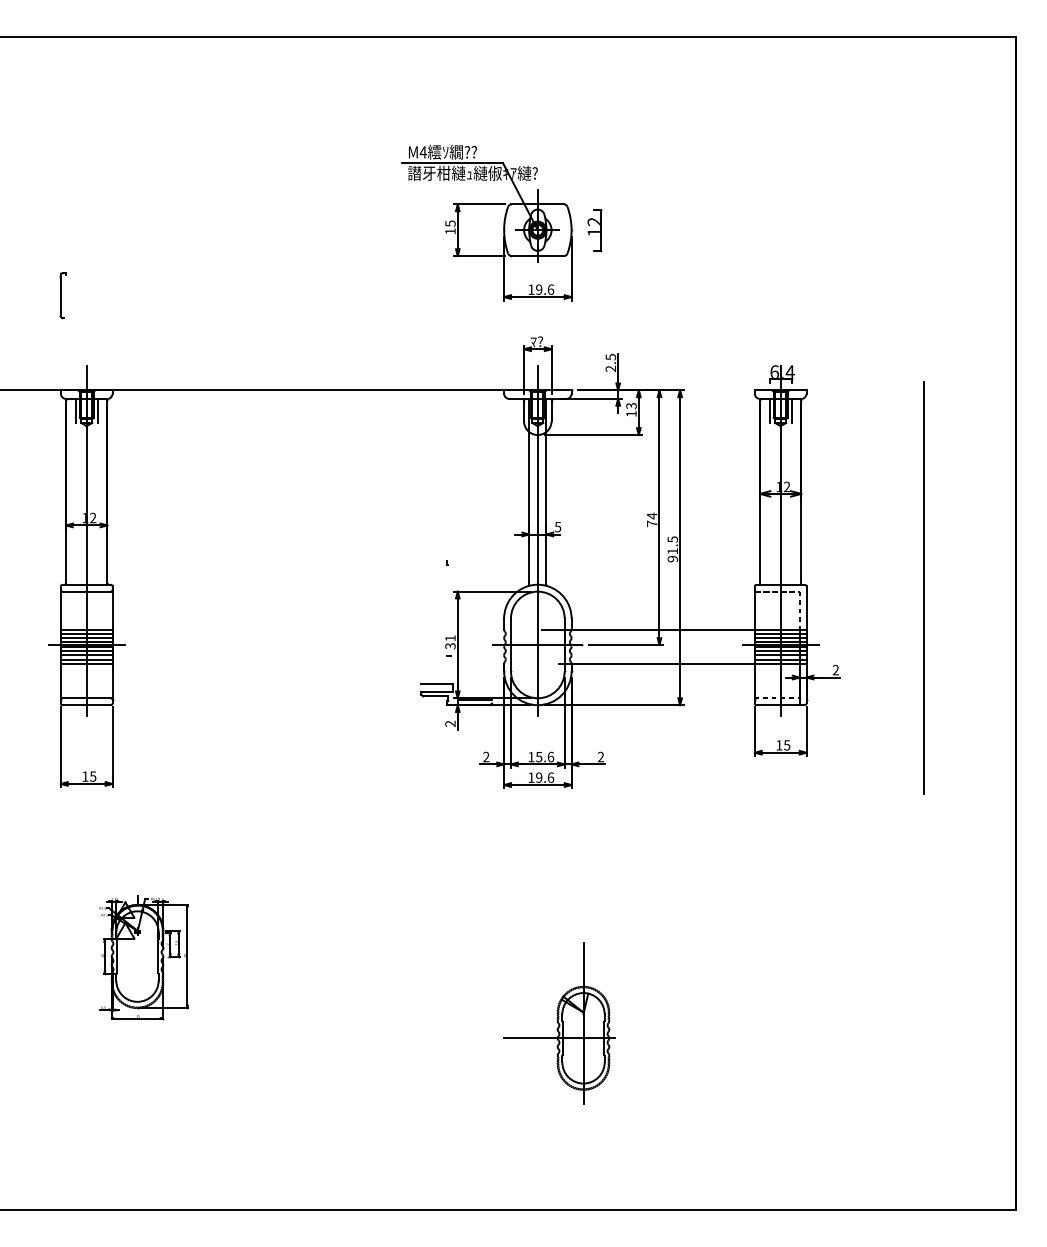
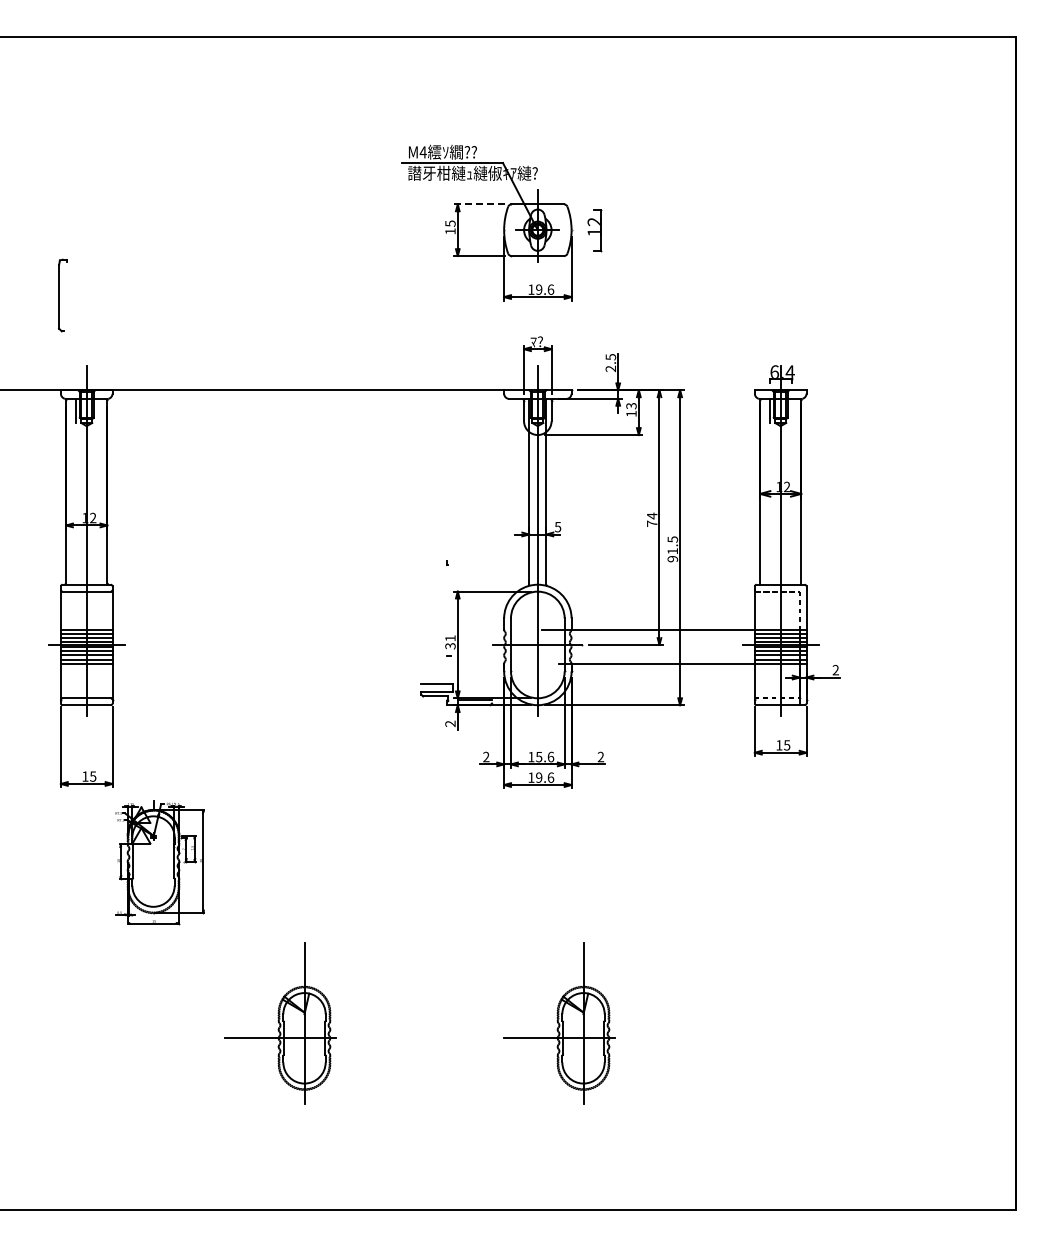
line at (478, 204): solid -> dashed
part at (62, 295) size: 8x48 px -> 10x75 px
line at (97, 410): present -> none
line at (791, 410): present -> none
line at (923, 587): present -> none
part at (143, 957) position: (143, 957) -> (159, 862)
part at (280, 1023): none -> present
